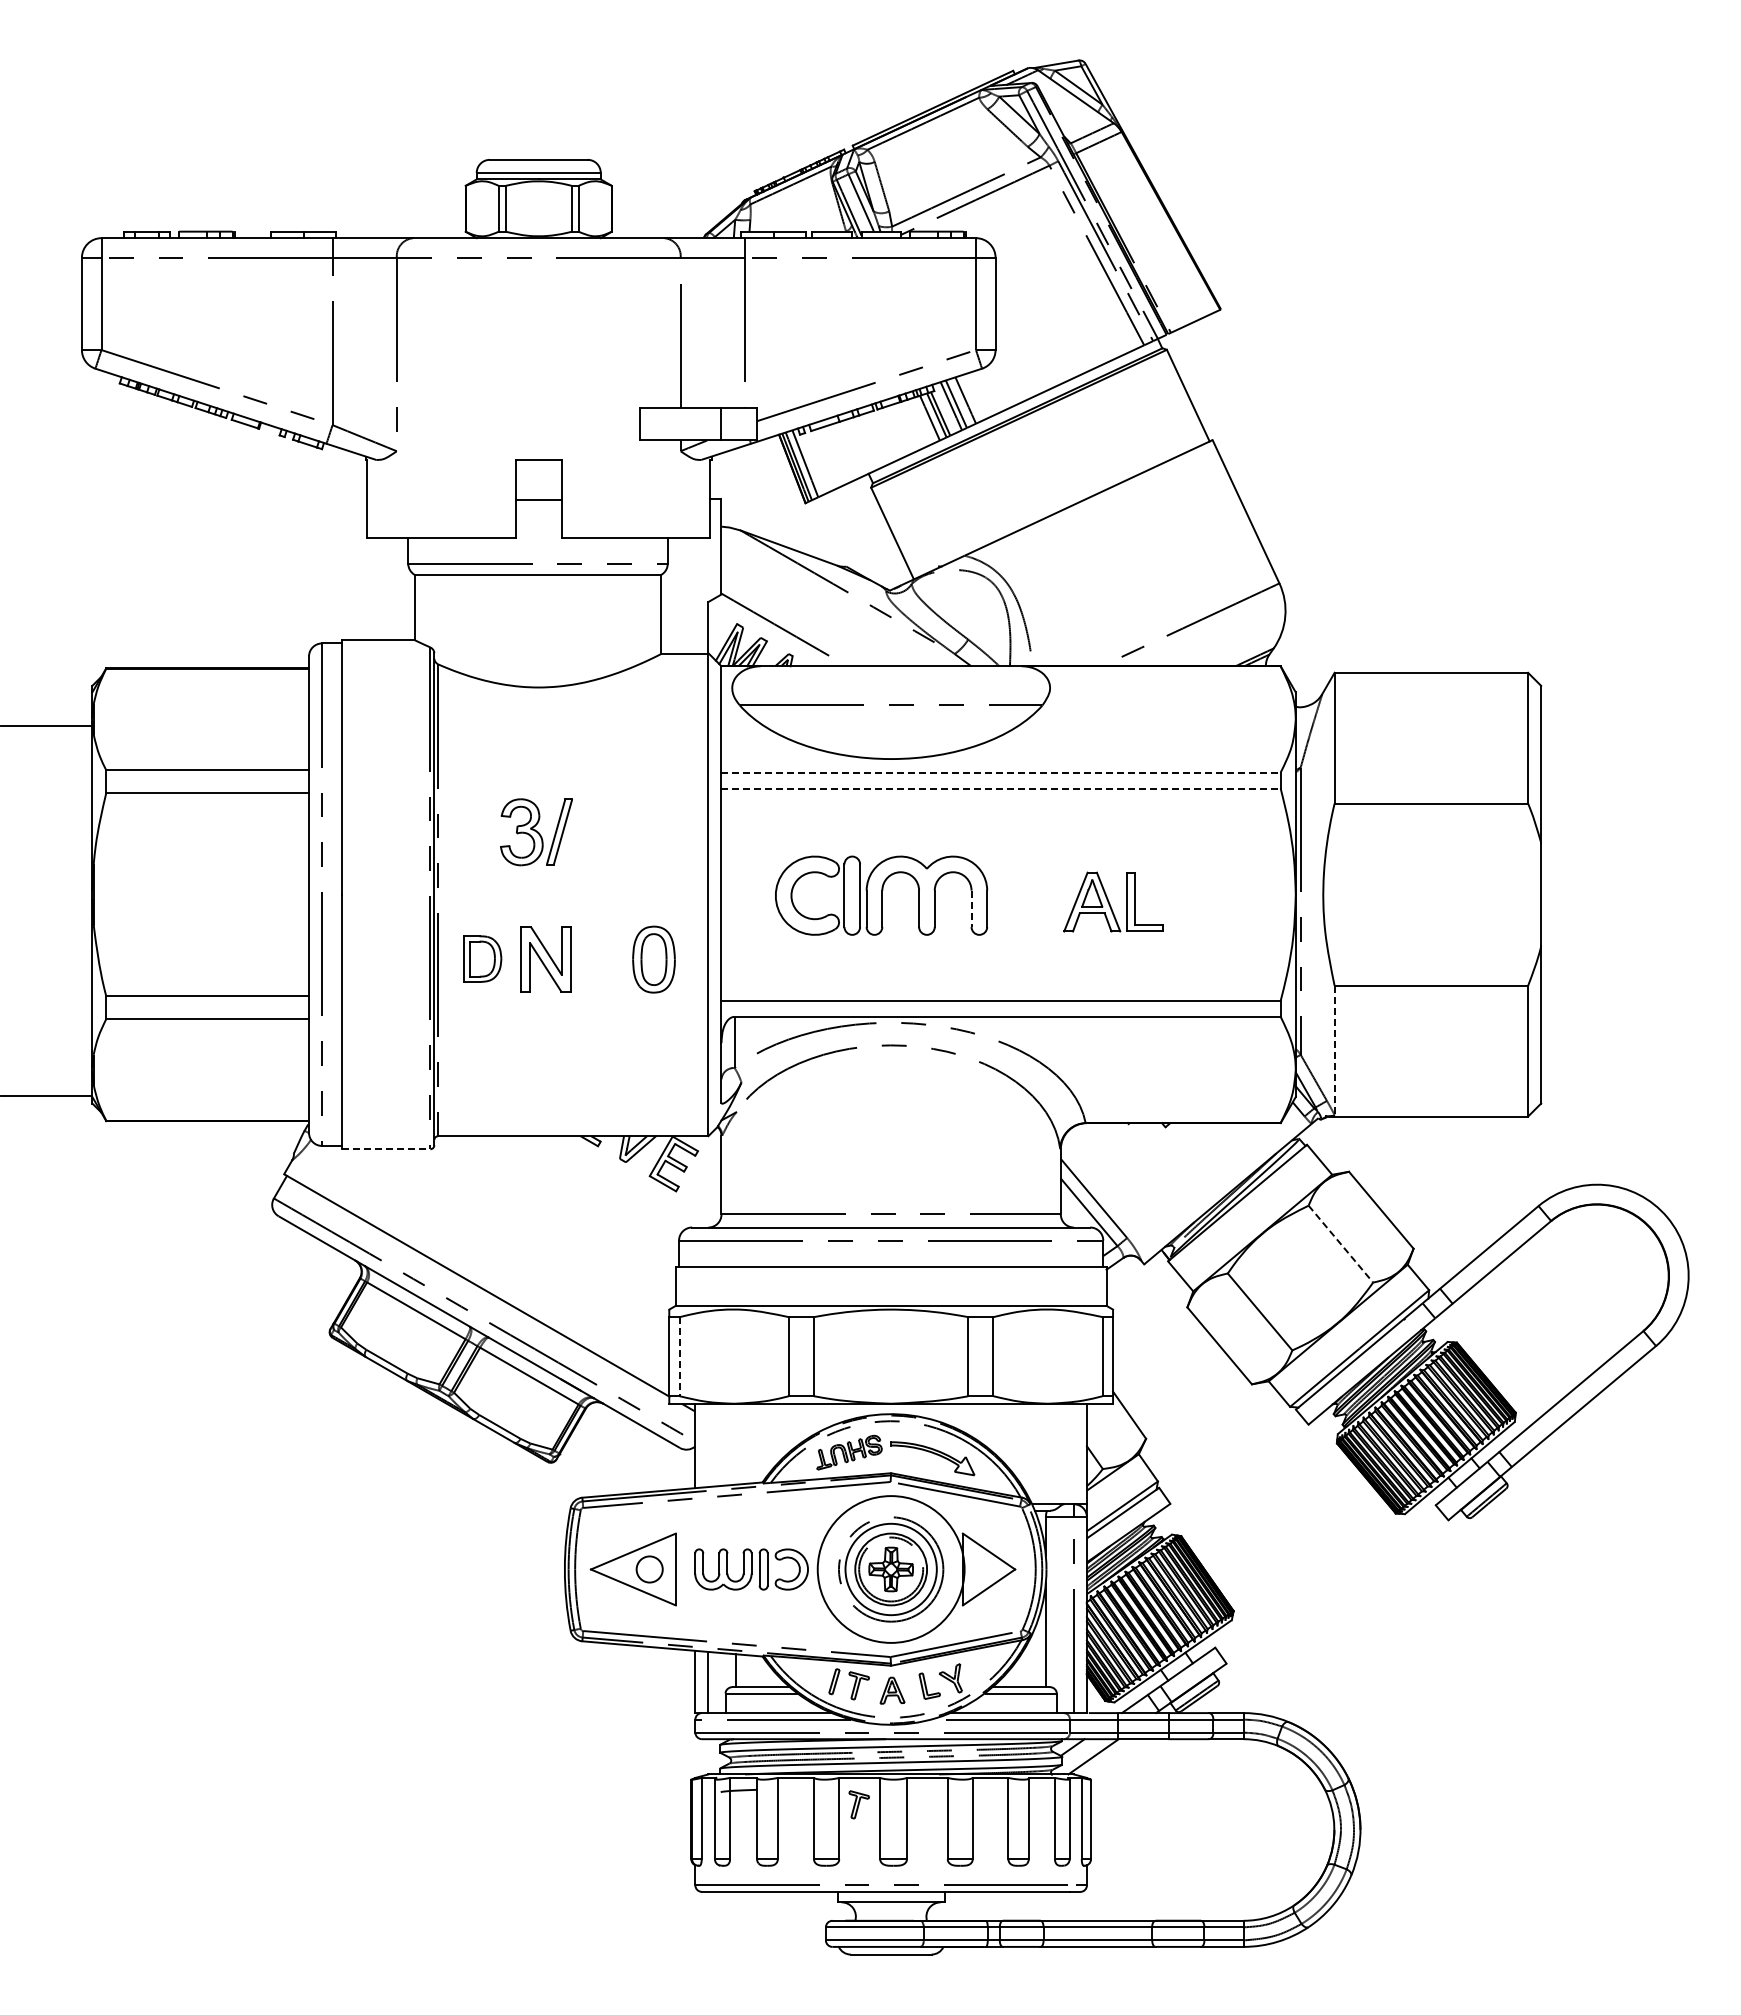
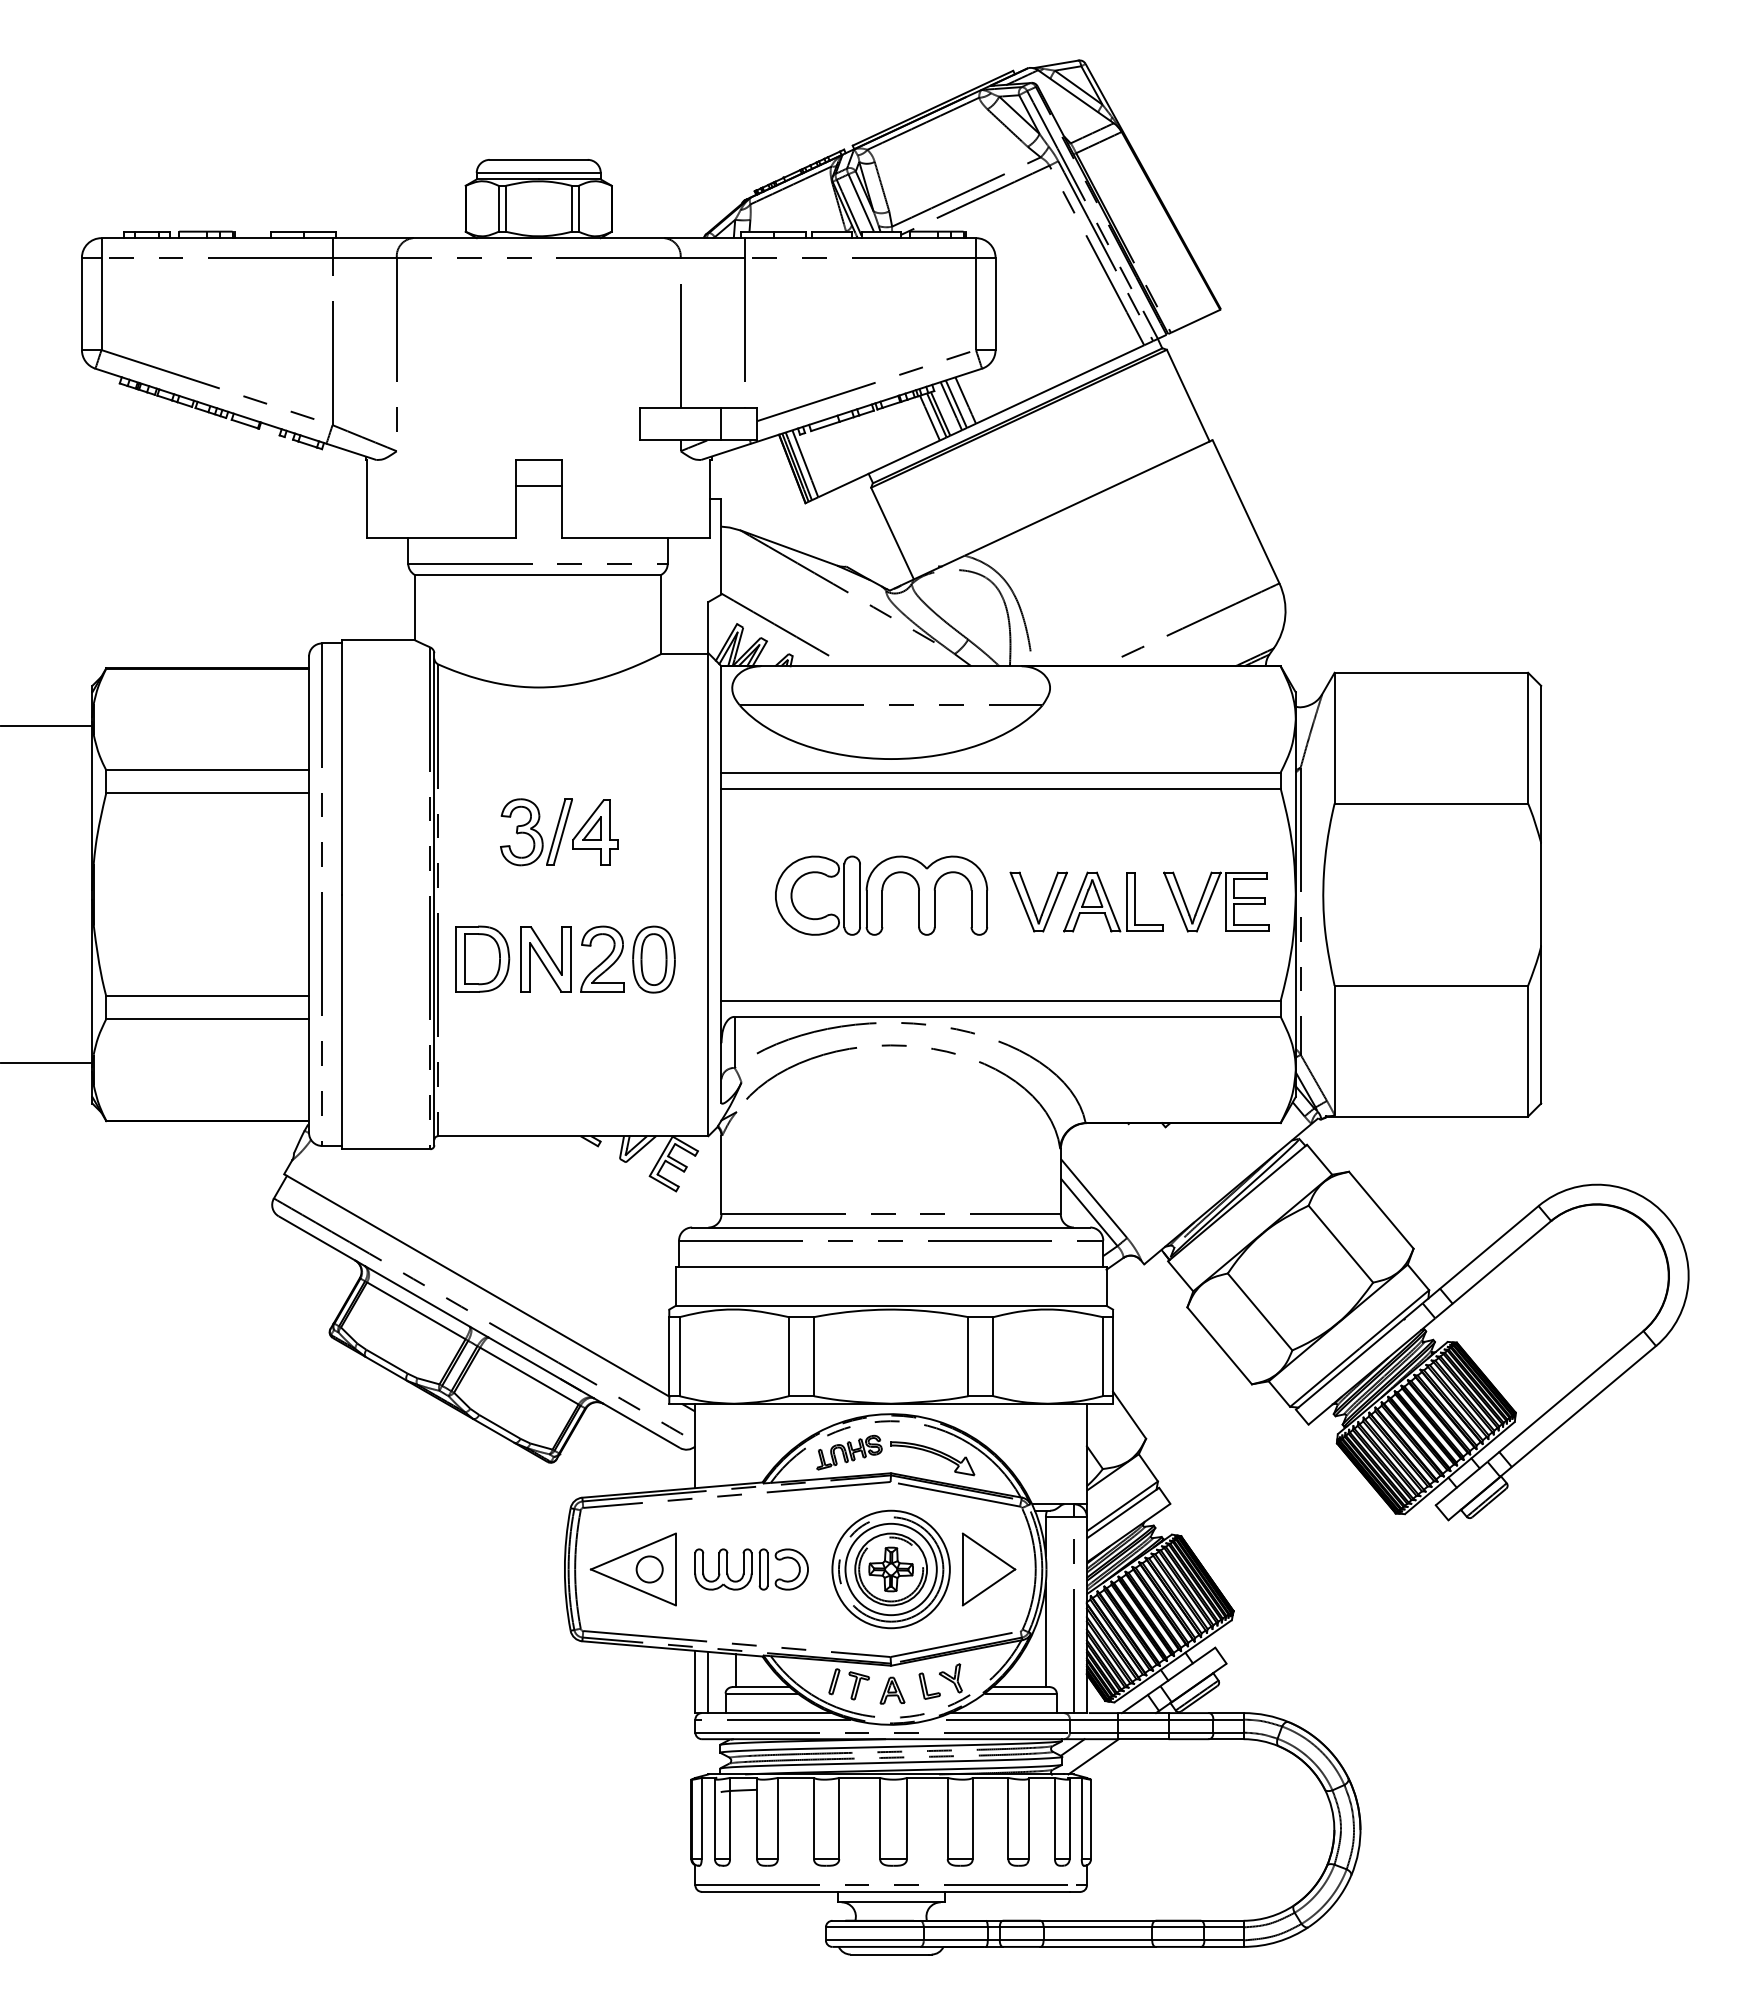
line at (538, 500) position: (538, 500) -> (538, 486)
line at (1001, 772): dashed -> solid
line at (1001, 788): dashed -> solid
part at (595, 832): none -> present
part at (1216, 901): none -> present
part at (1032, 903): none -> present
line at (971, 909): dashed -> solid
part at (482, 958) size: 40x48 px -> 56x68 px
part at (602, 958): none -> present
line at (1334, 1050): dashed -> solid
line at (47, 1096) position: (47, 1096) -> (47, 1063)
line at (386, 1149): dashed -> solid
line at (1341, 1244): dashed -> solid
line at (679, 1356): dashed -> solid
circle at (890, 1569) diameter: 147 px -> 117 px
part at (858, 1804): present -> none
